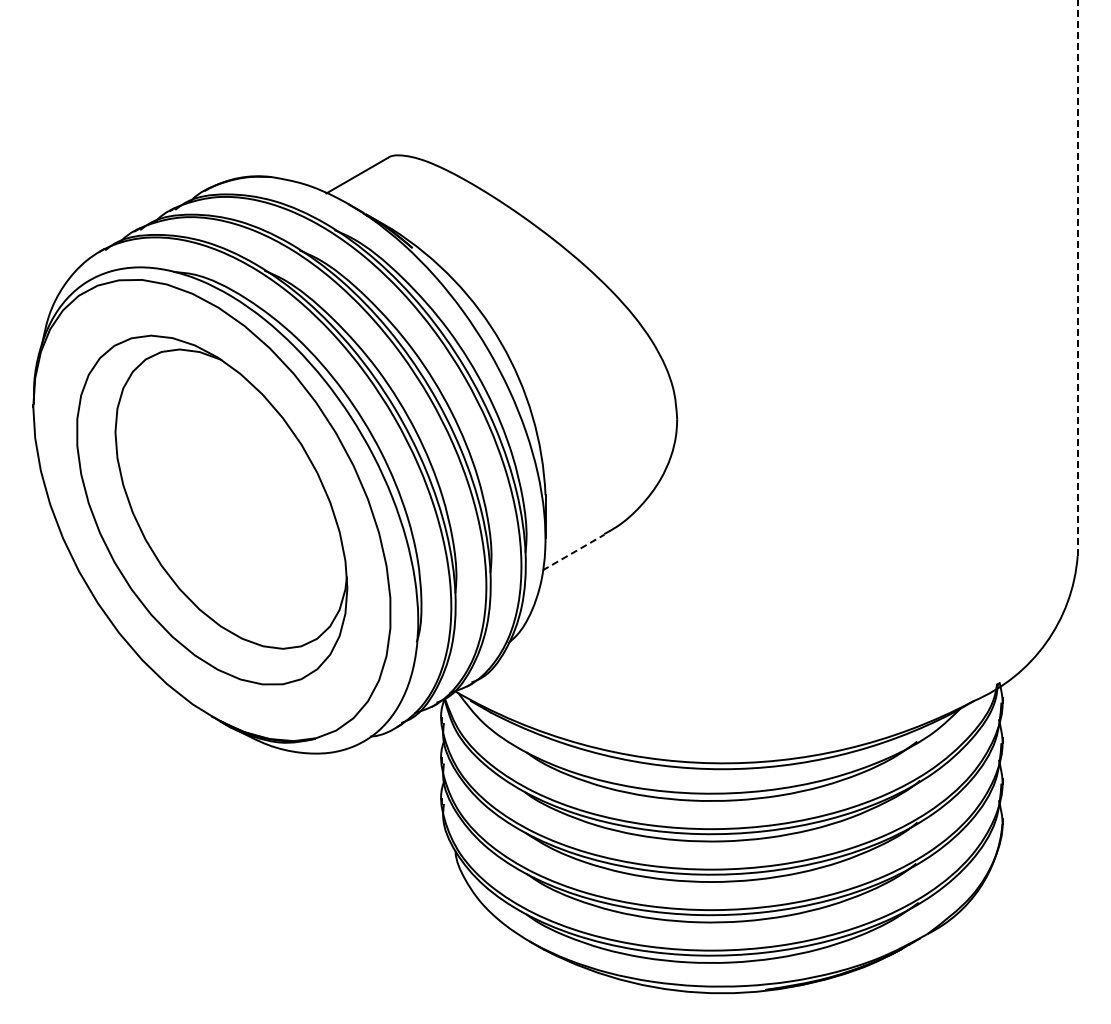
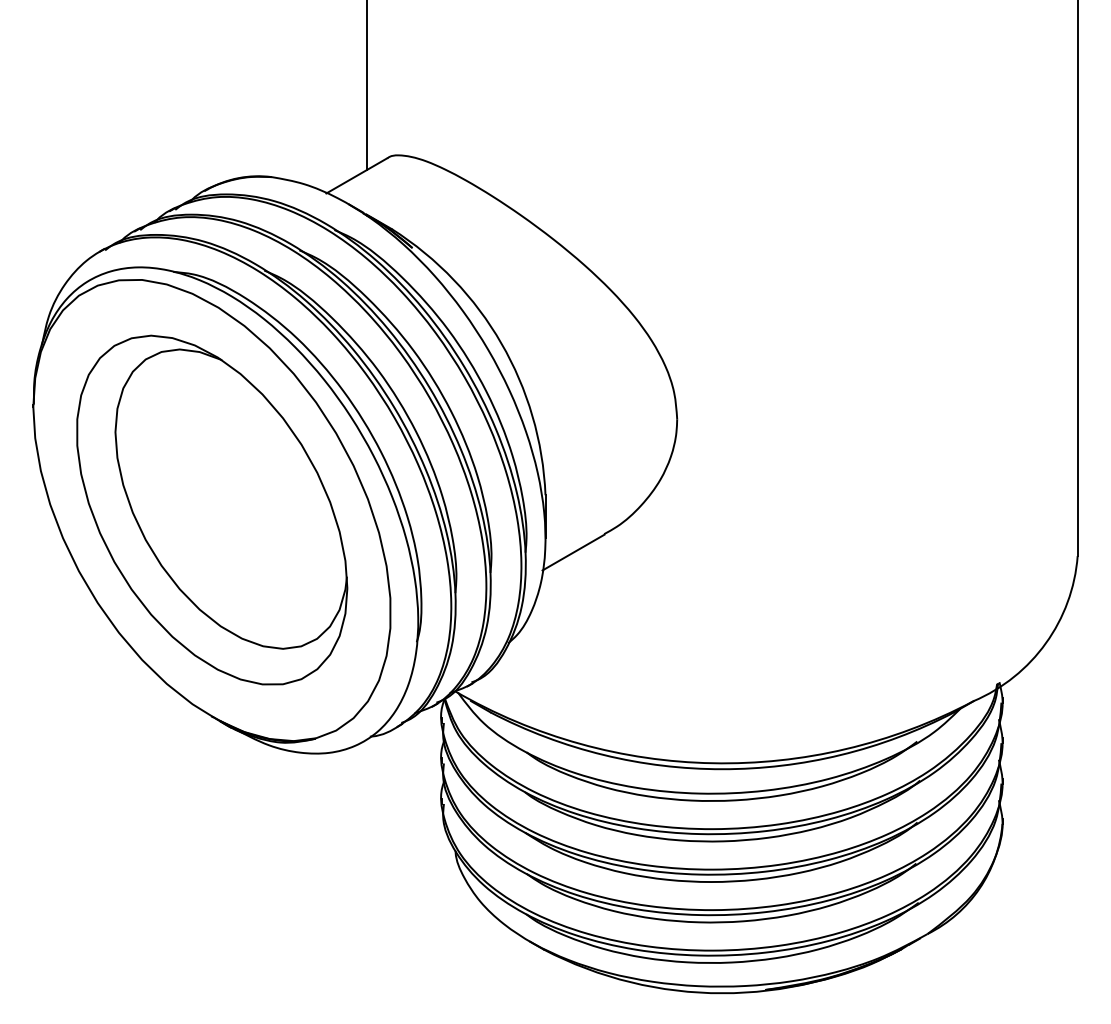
line at (367, 85): none -> present
line at (1077, 278): dashed -> solid
line at (573, 552): dashed -> solid
